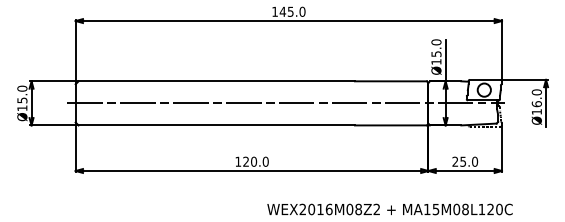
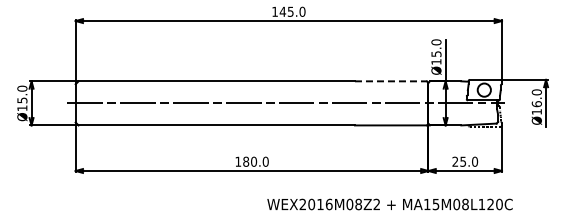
line at (391, 81): solid -> dashed
text at (246, 161): 120.0 -> 180.0
text at (389, 209) position: (389, 209) -> (389, 204)
